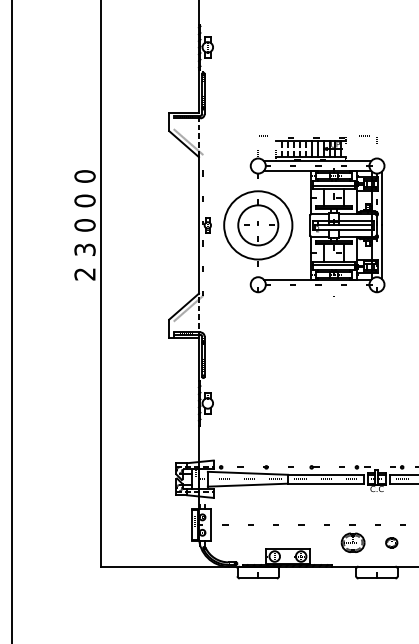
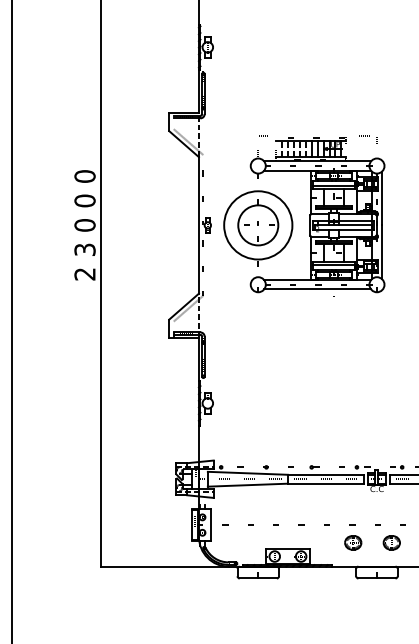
line at (317, 289): none -> present
part at (352, 542) size: 26x21 px -> 19x16 px
part at (391, 542) size: 14x12 px -> 19x16 px
